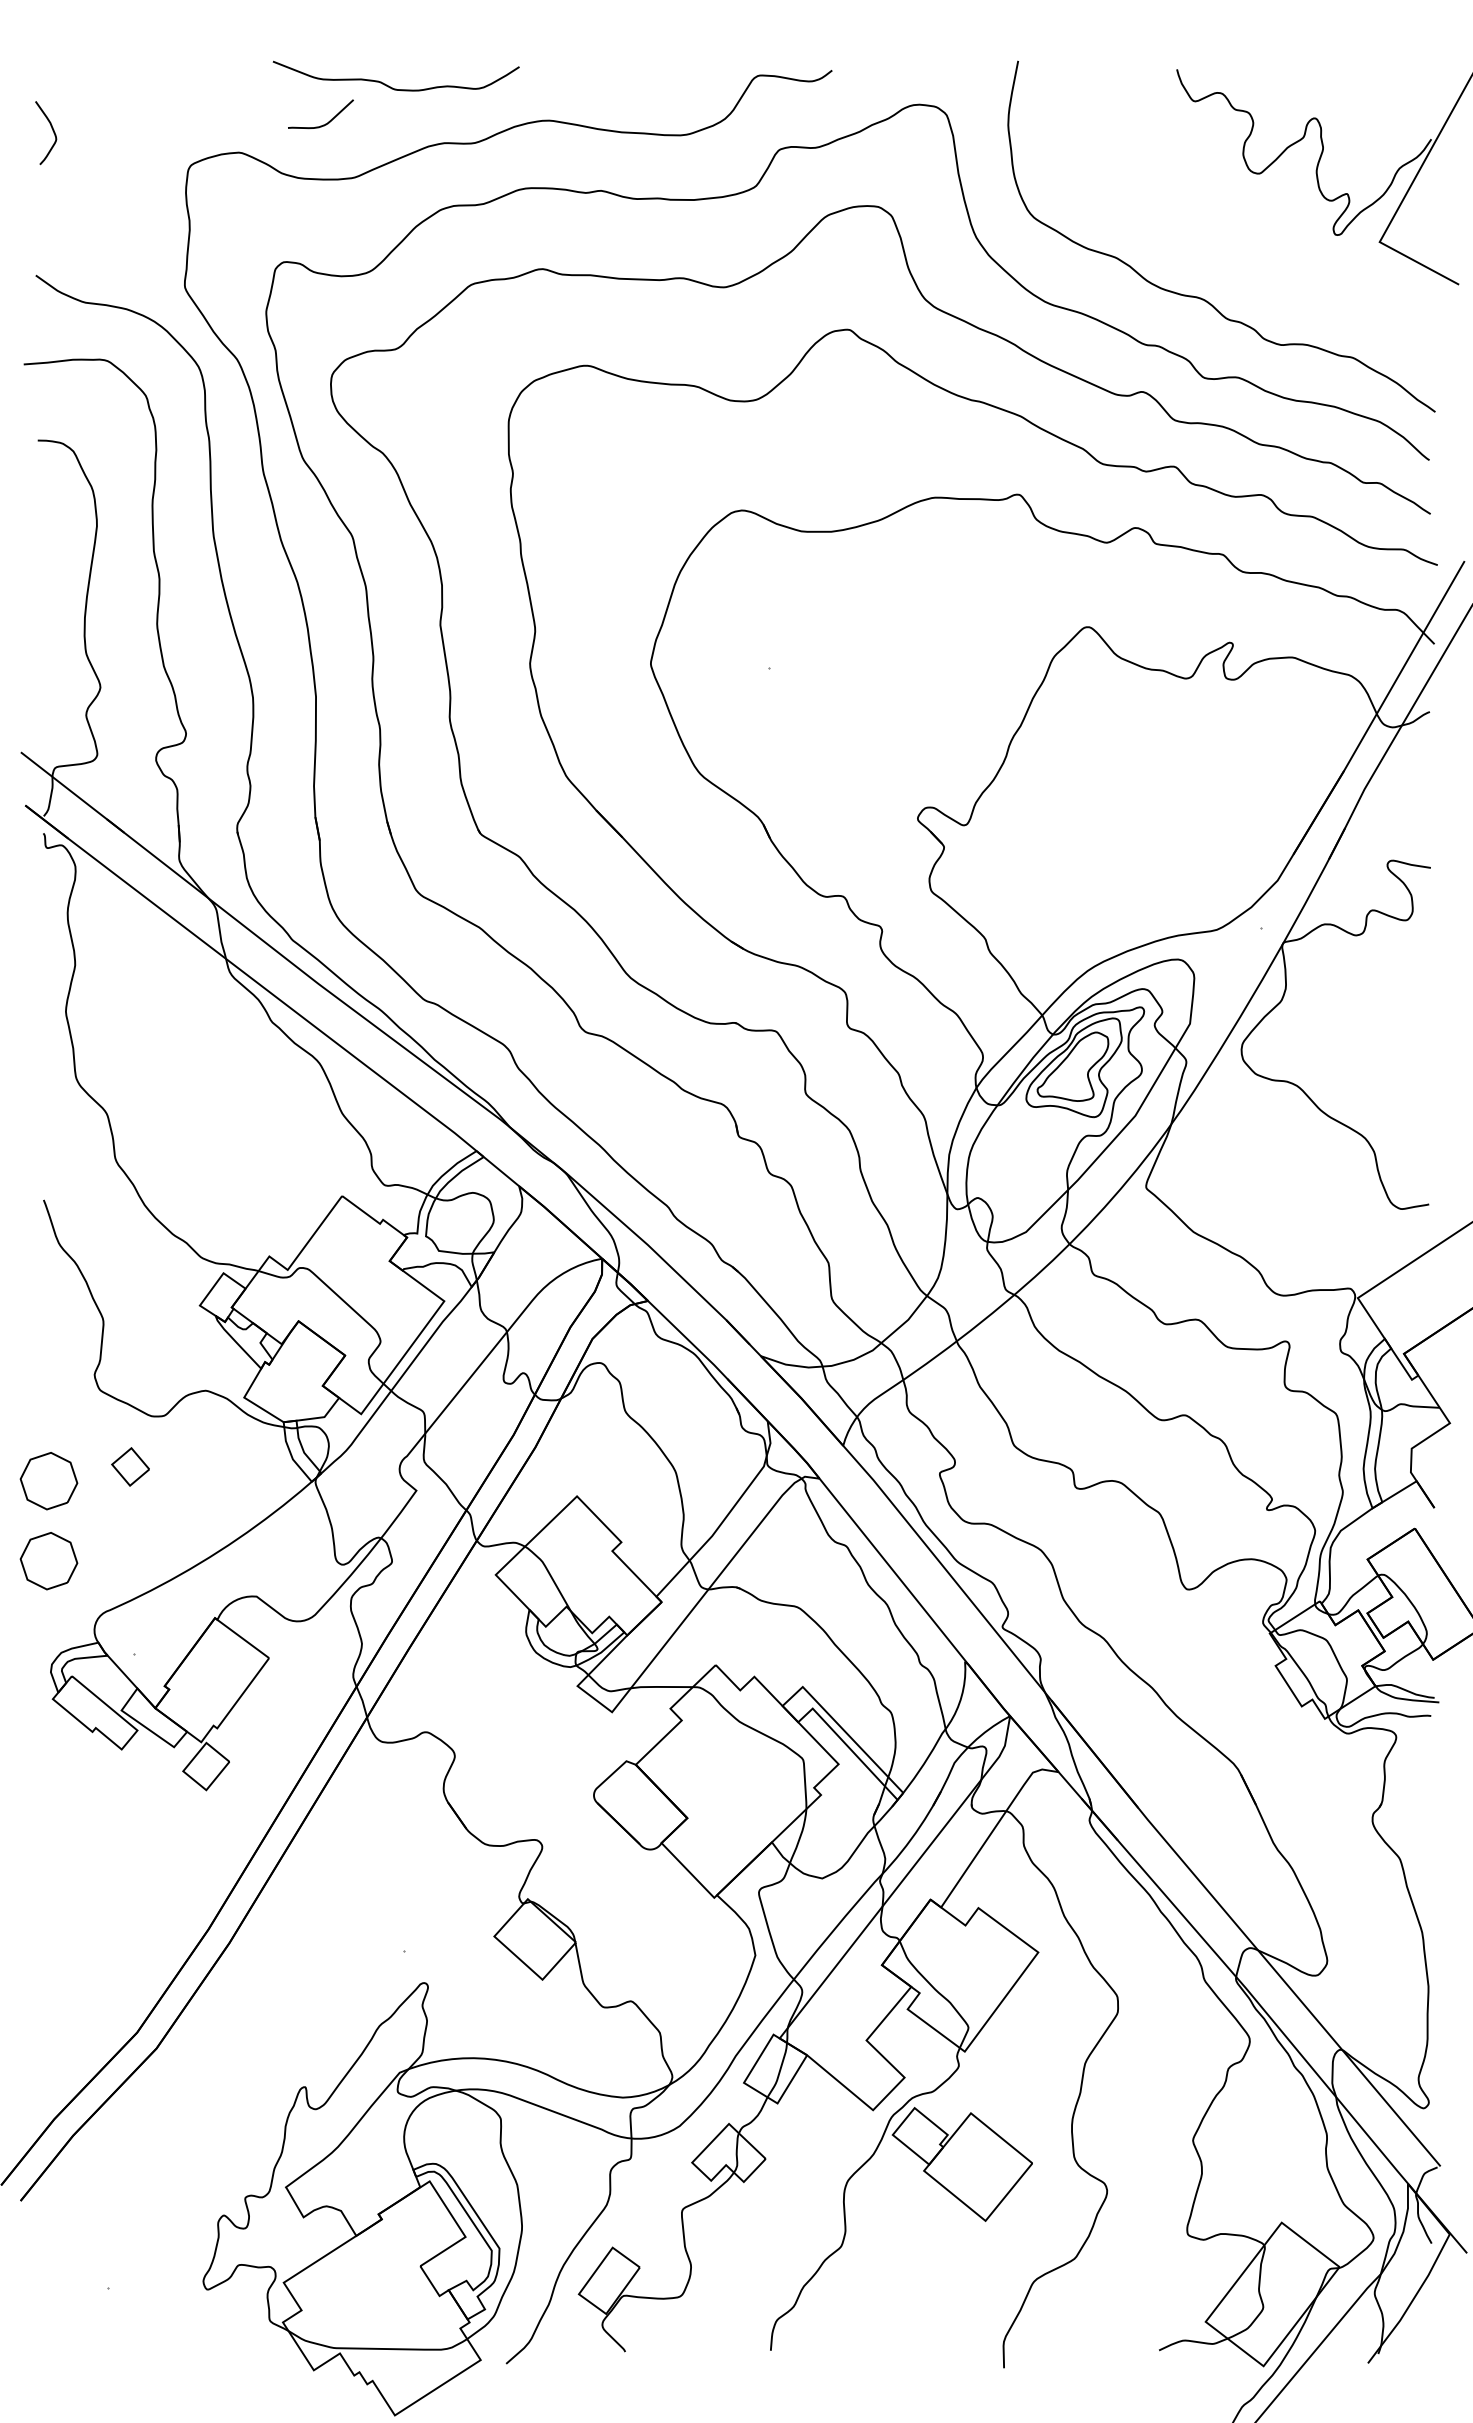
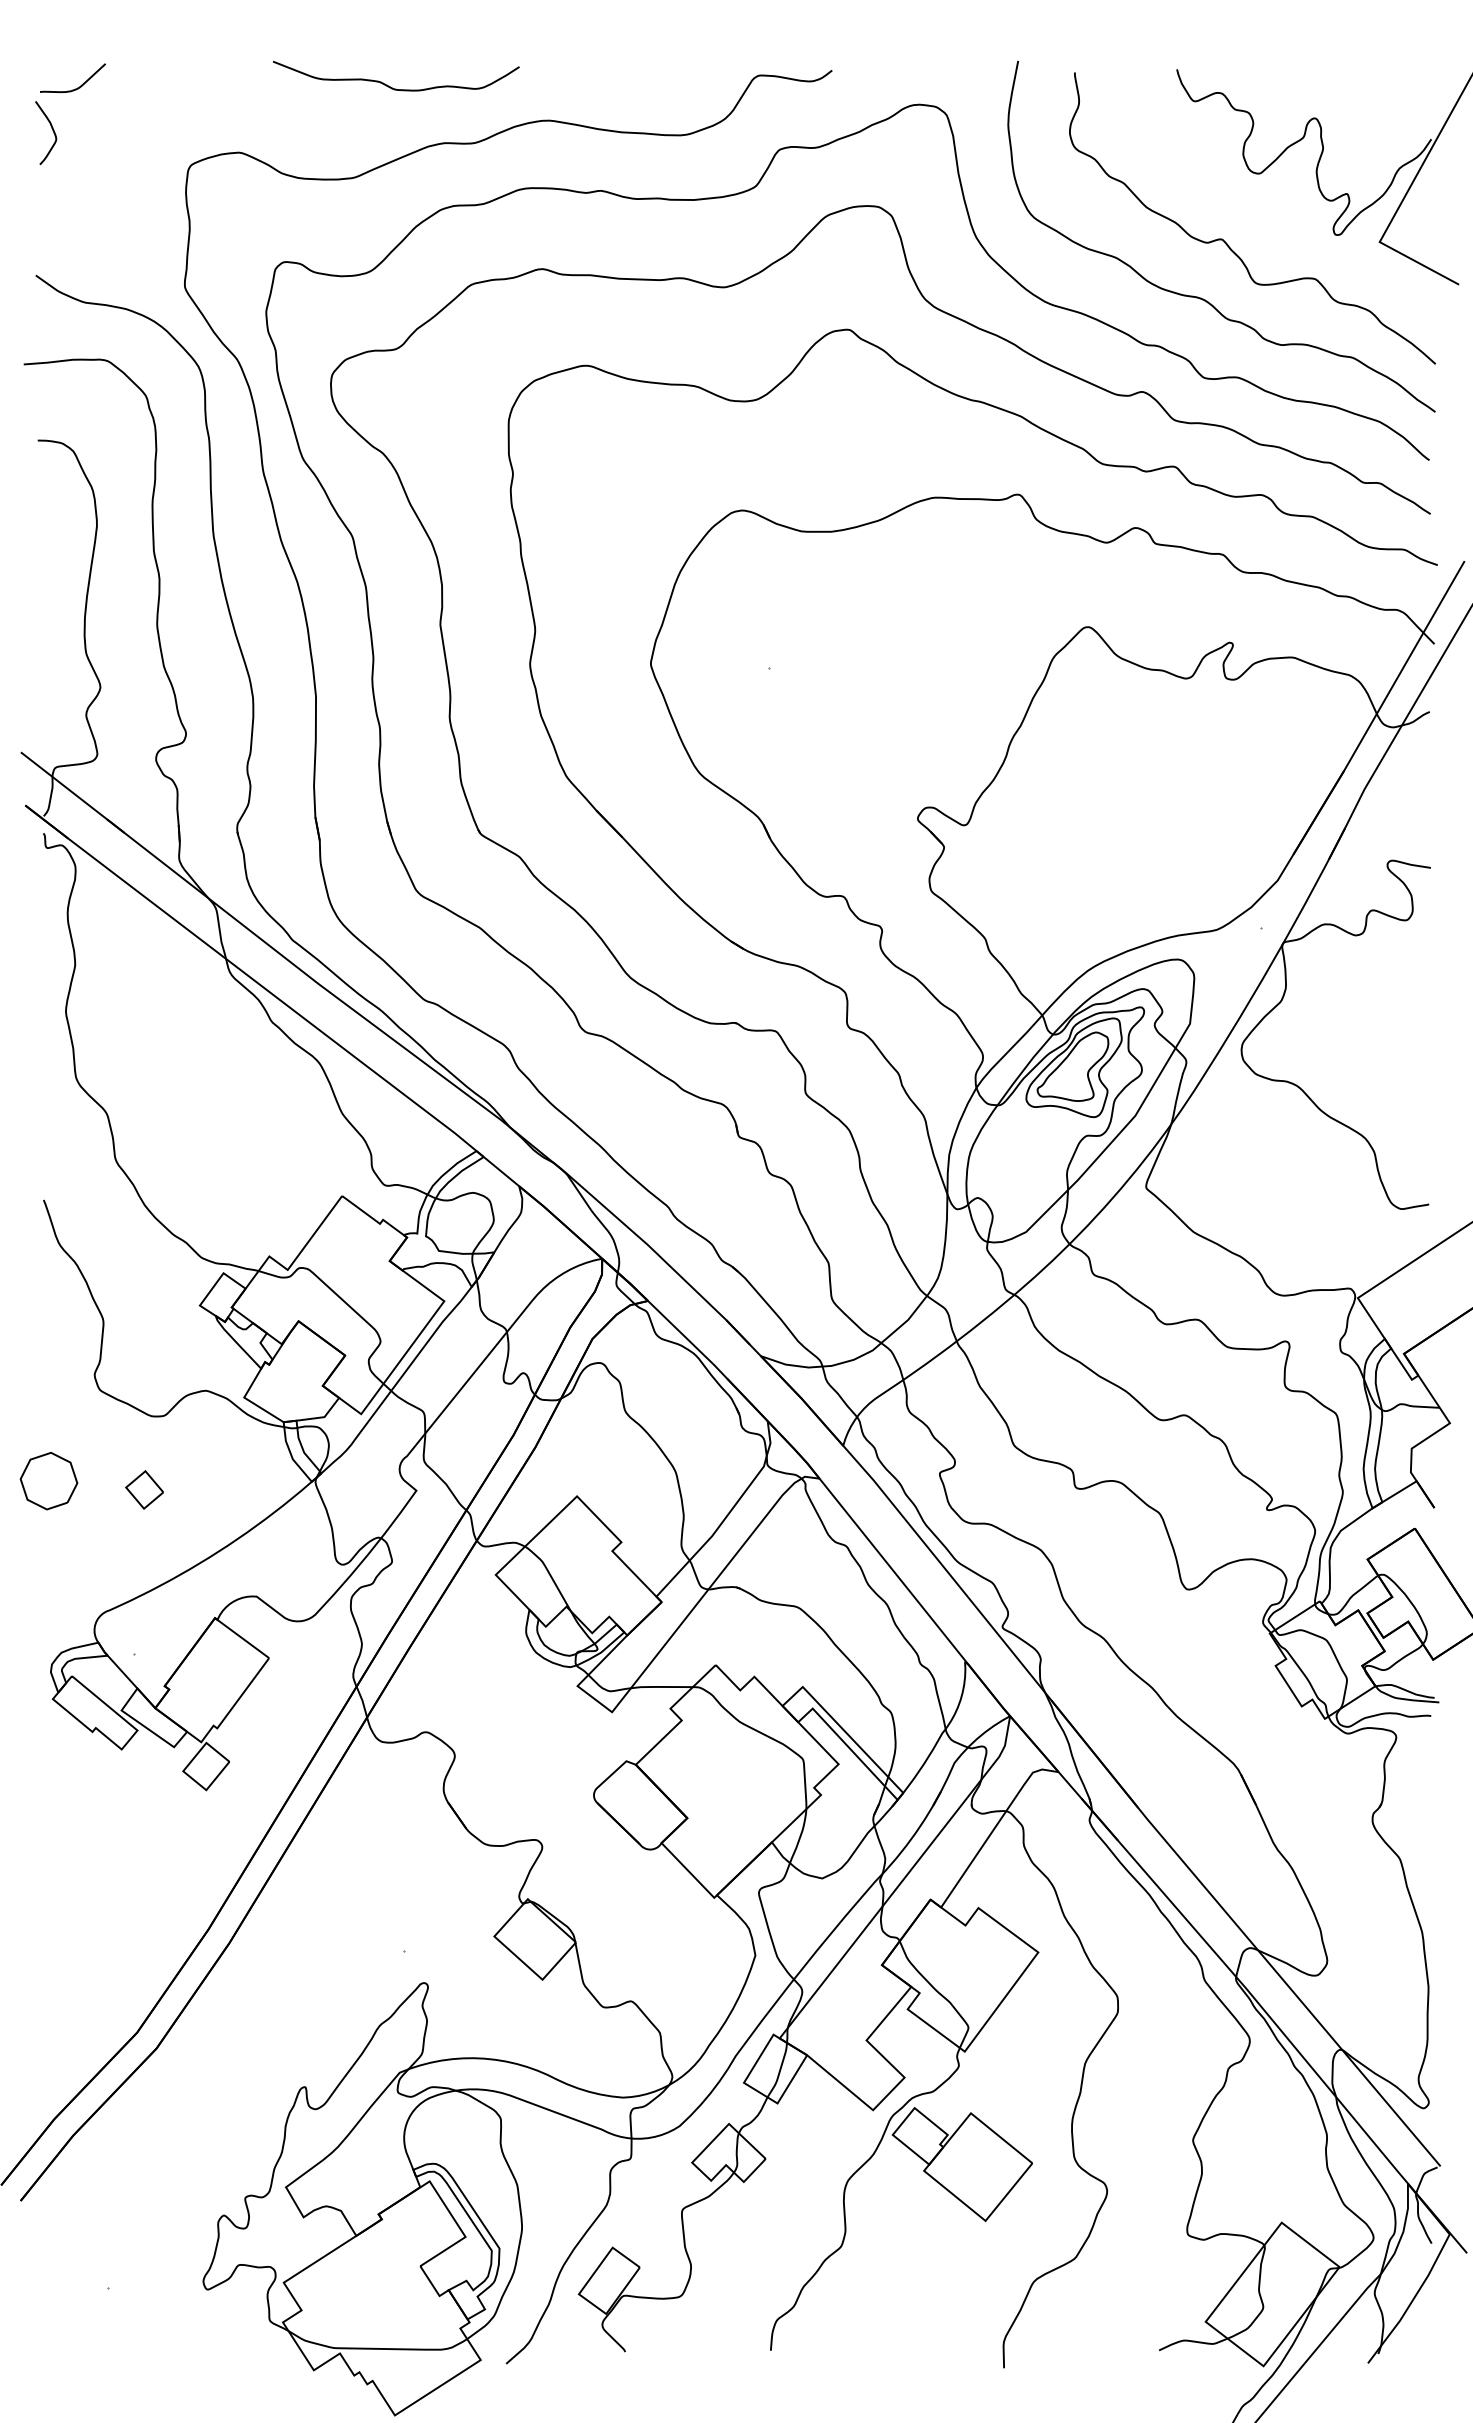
curve at (325, 123) position: (325, 123) -> (77, 87)
curve at (1227, 243): none -> present
part at (130, 1466) position: (130, 1466) -> (144, 1489)
part at (48, 1561): present -> none
